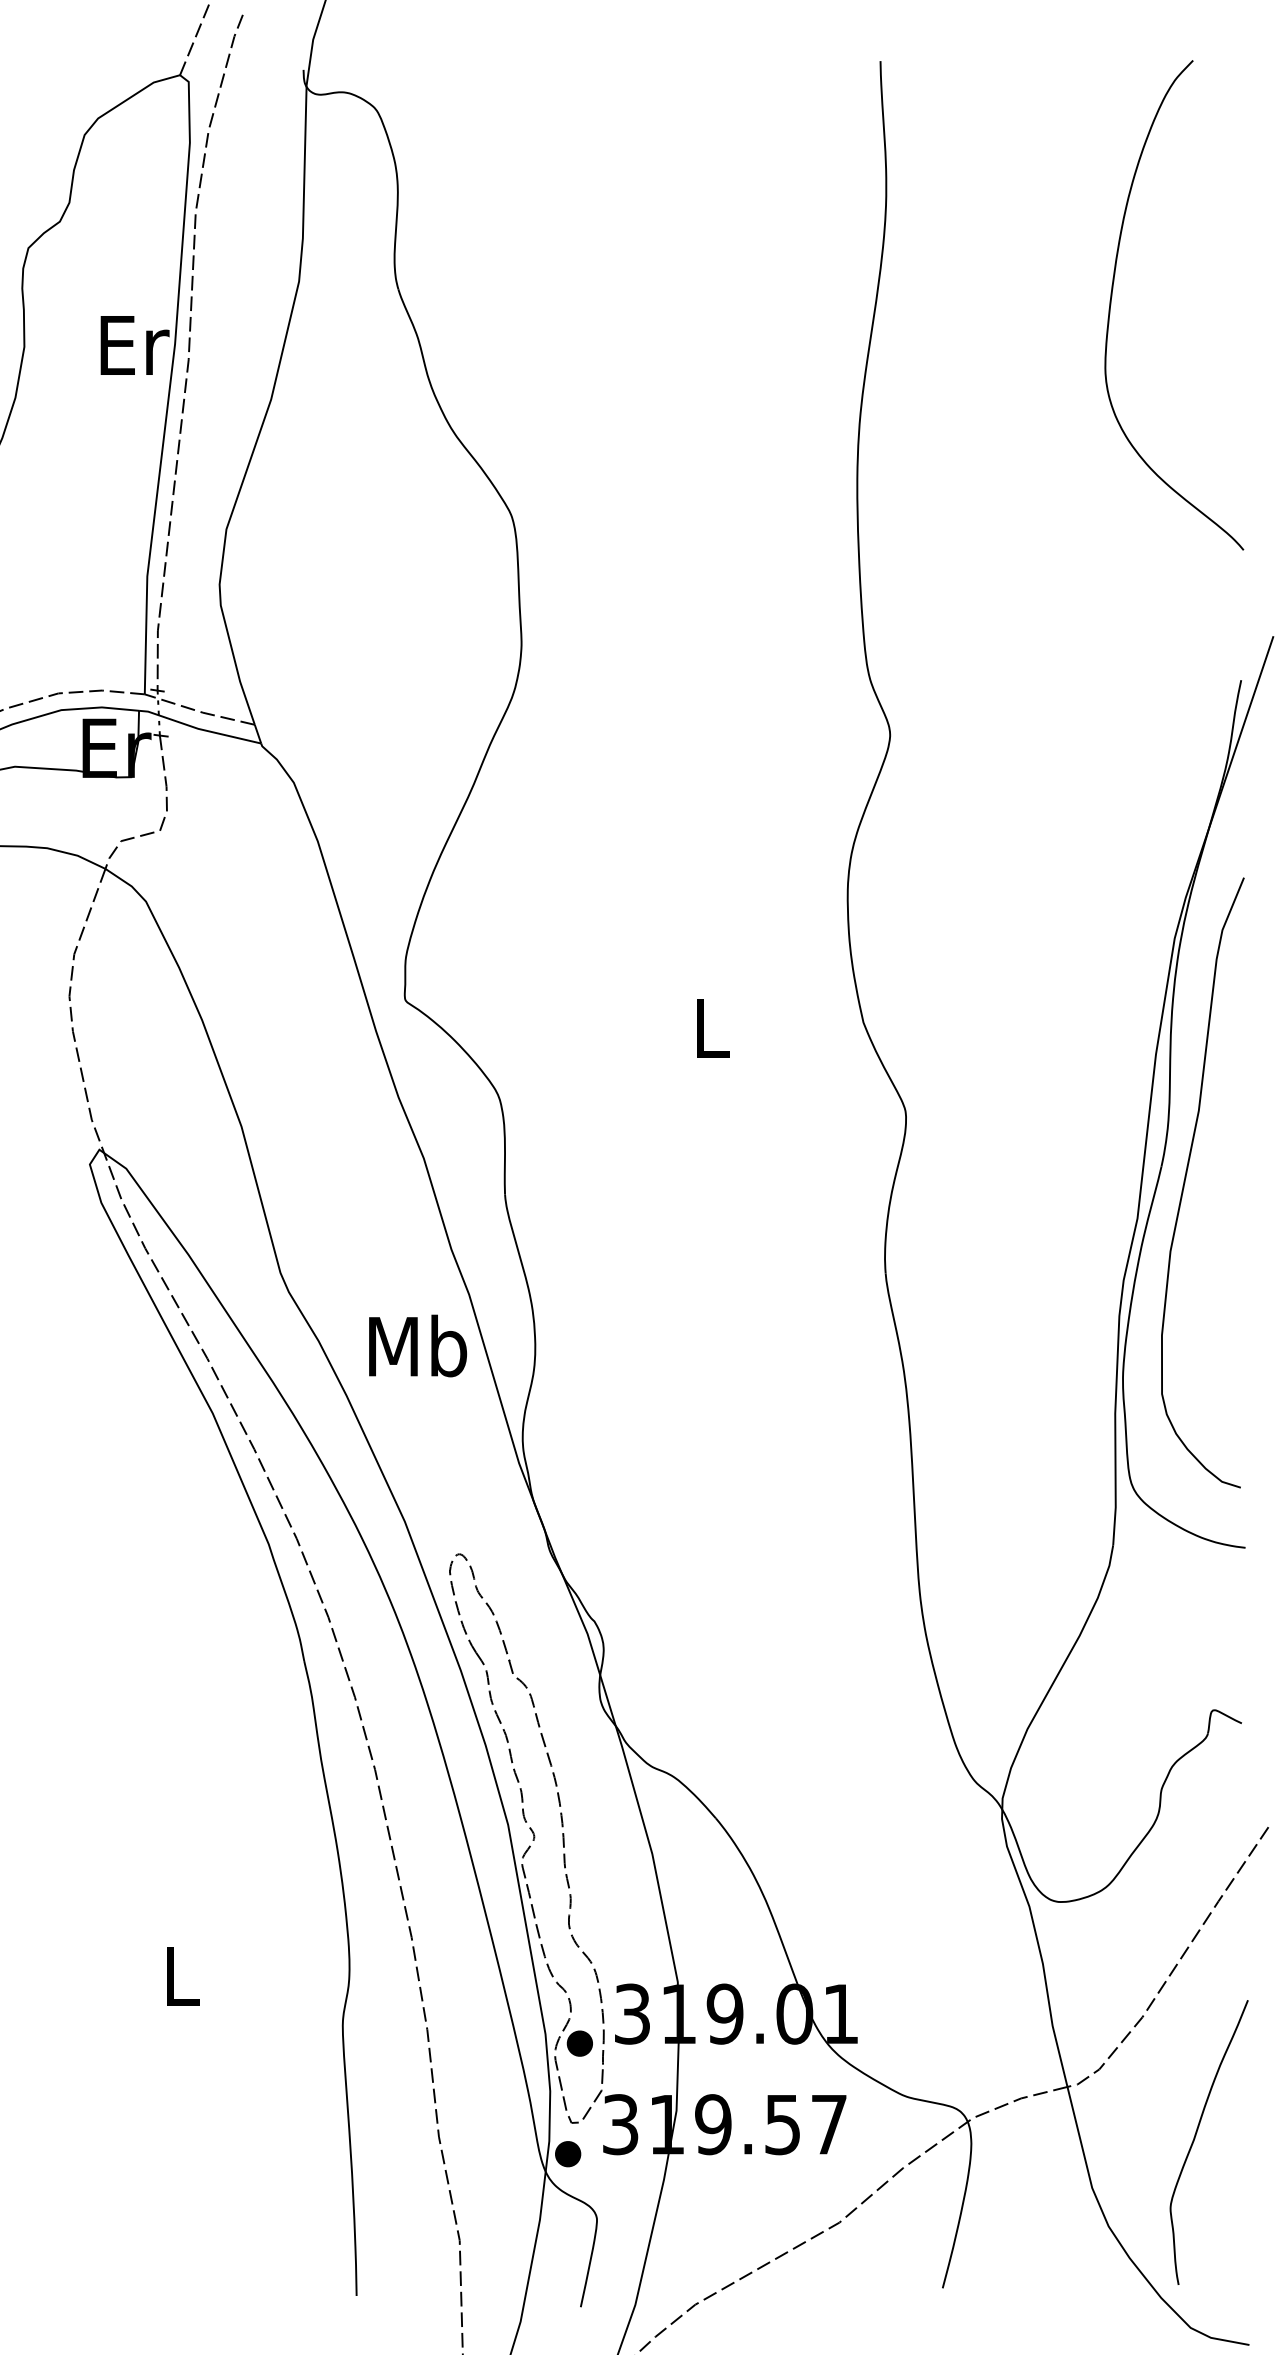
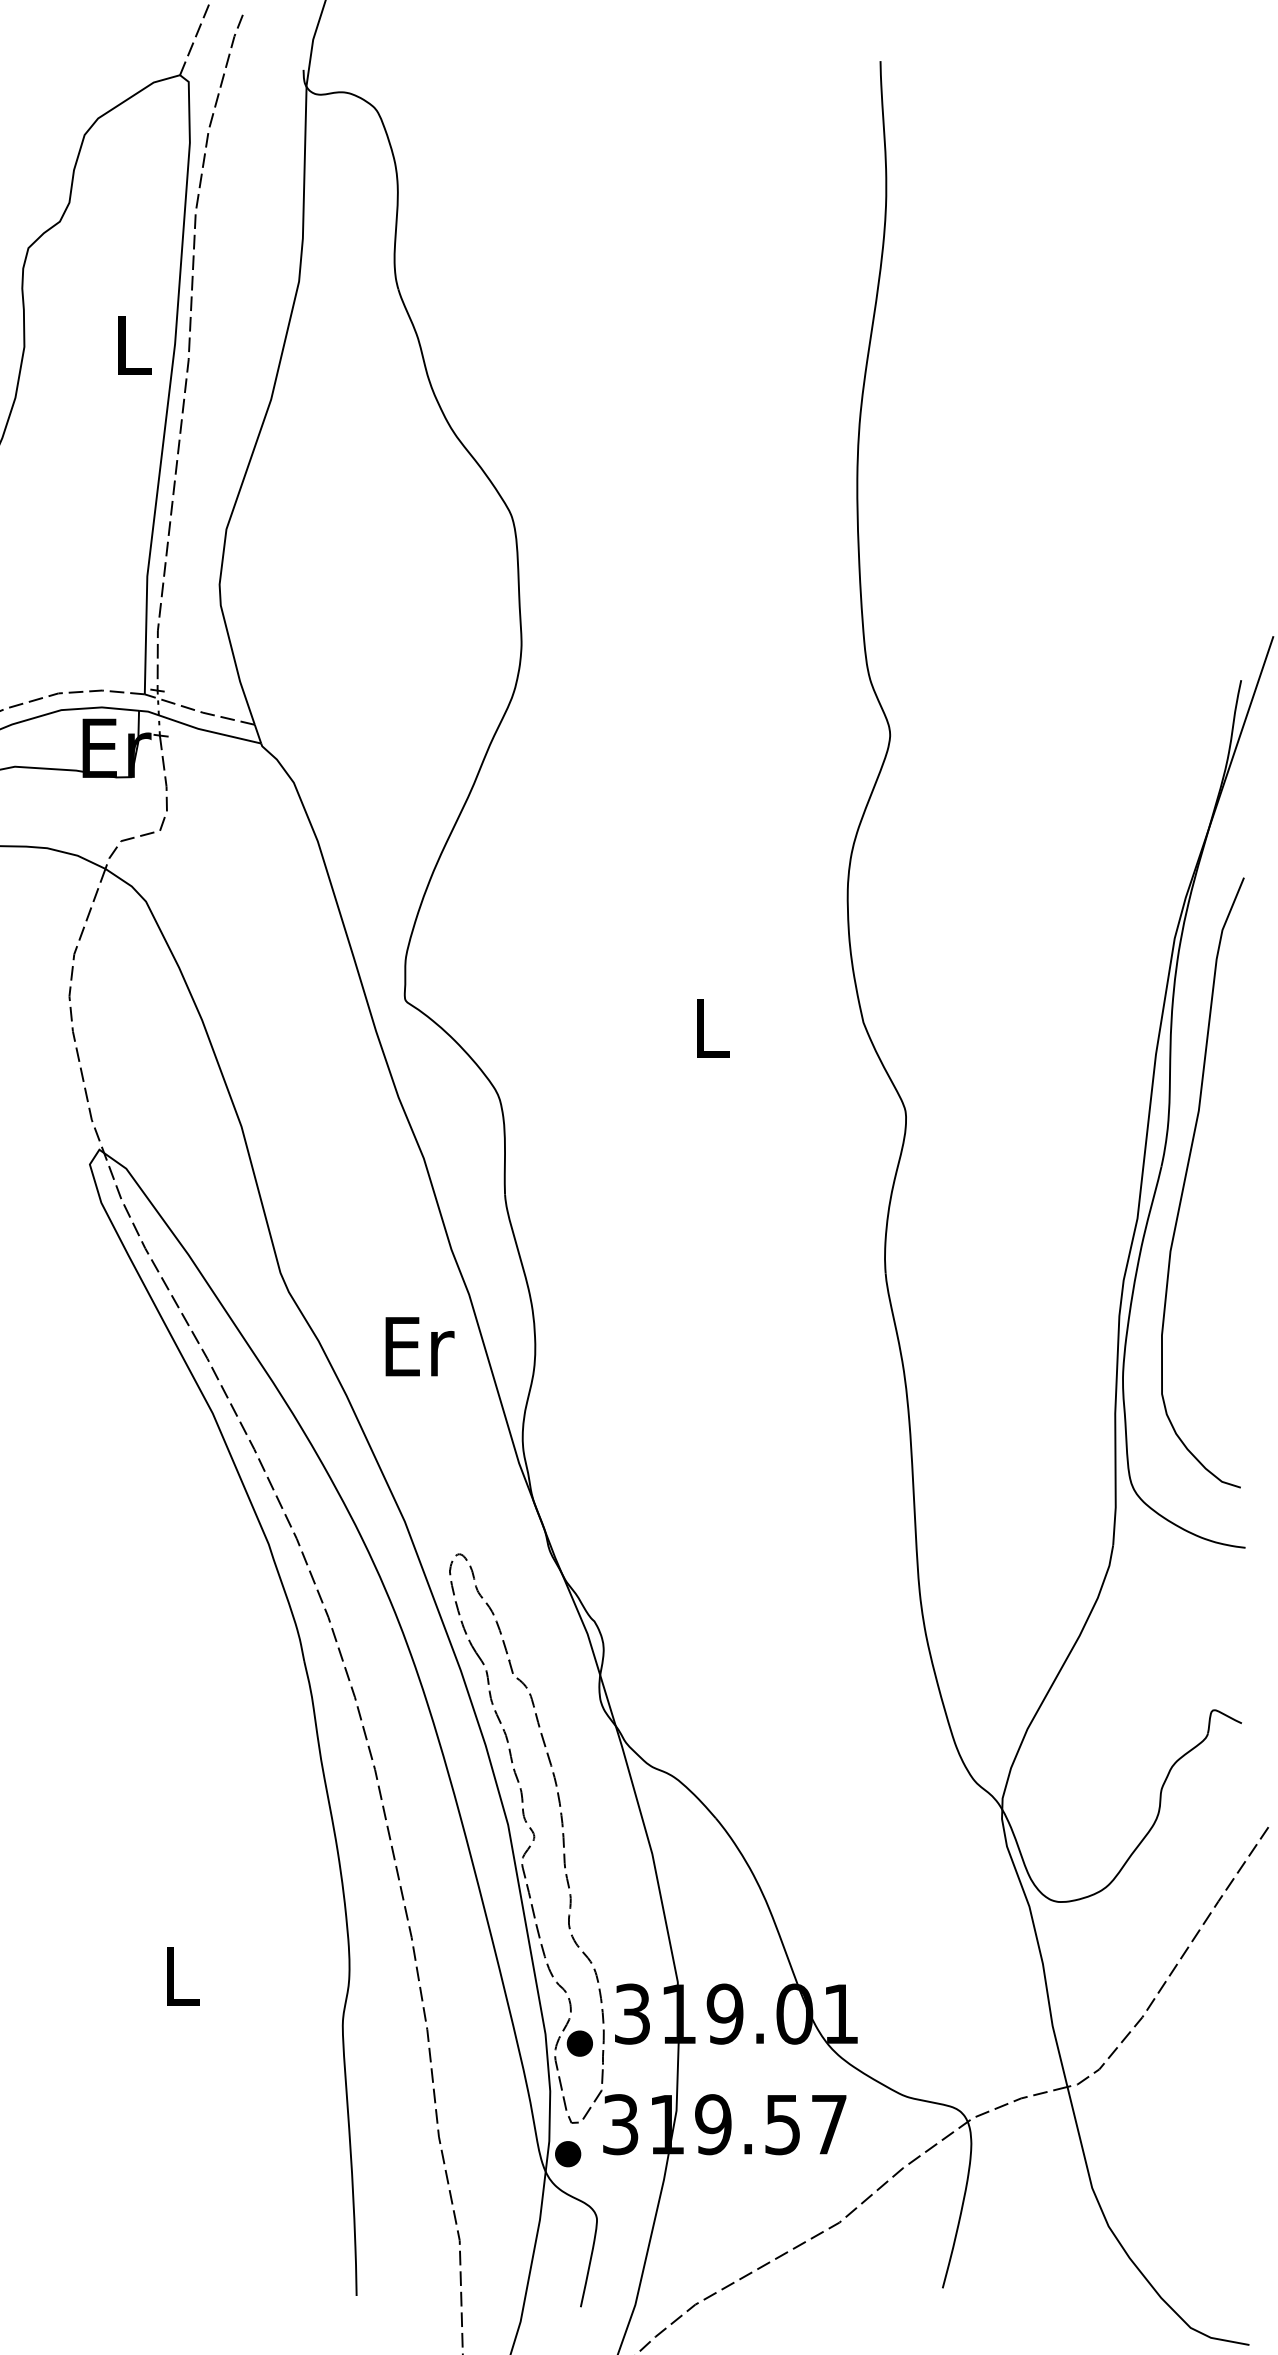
curve at (1112, 297): present -> none
text at (134, 345): Er -> L
text at (418, 1345): Mb -> Er
curve at (1195, 2138): present -> none
